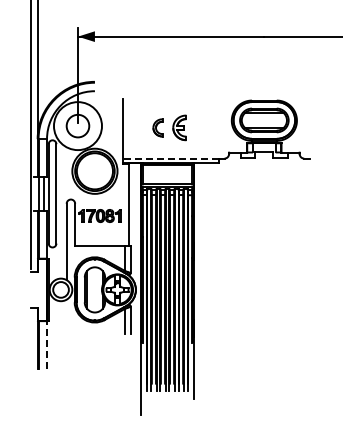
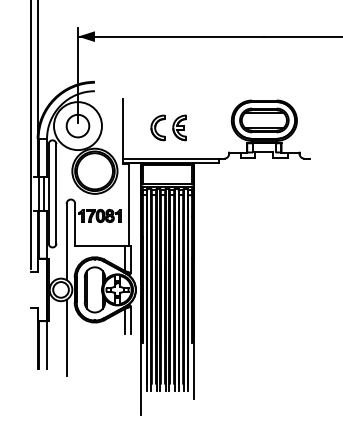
part at (157, 127) size: 12x20 px -> 16x28 px
line at (170, 158): dashed -> solid
line at (66, 337): none -> present
line at (47, 345): dashed -> solid
